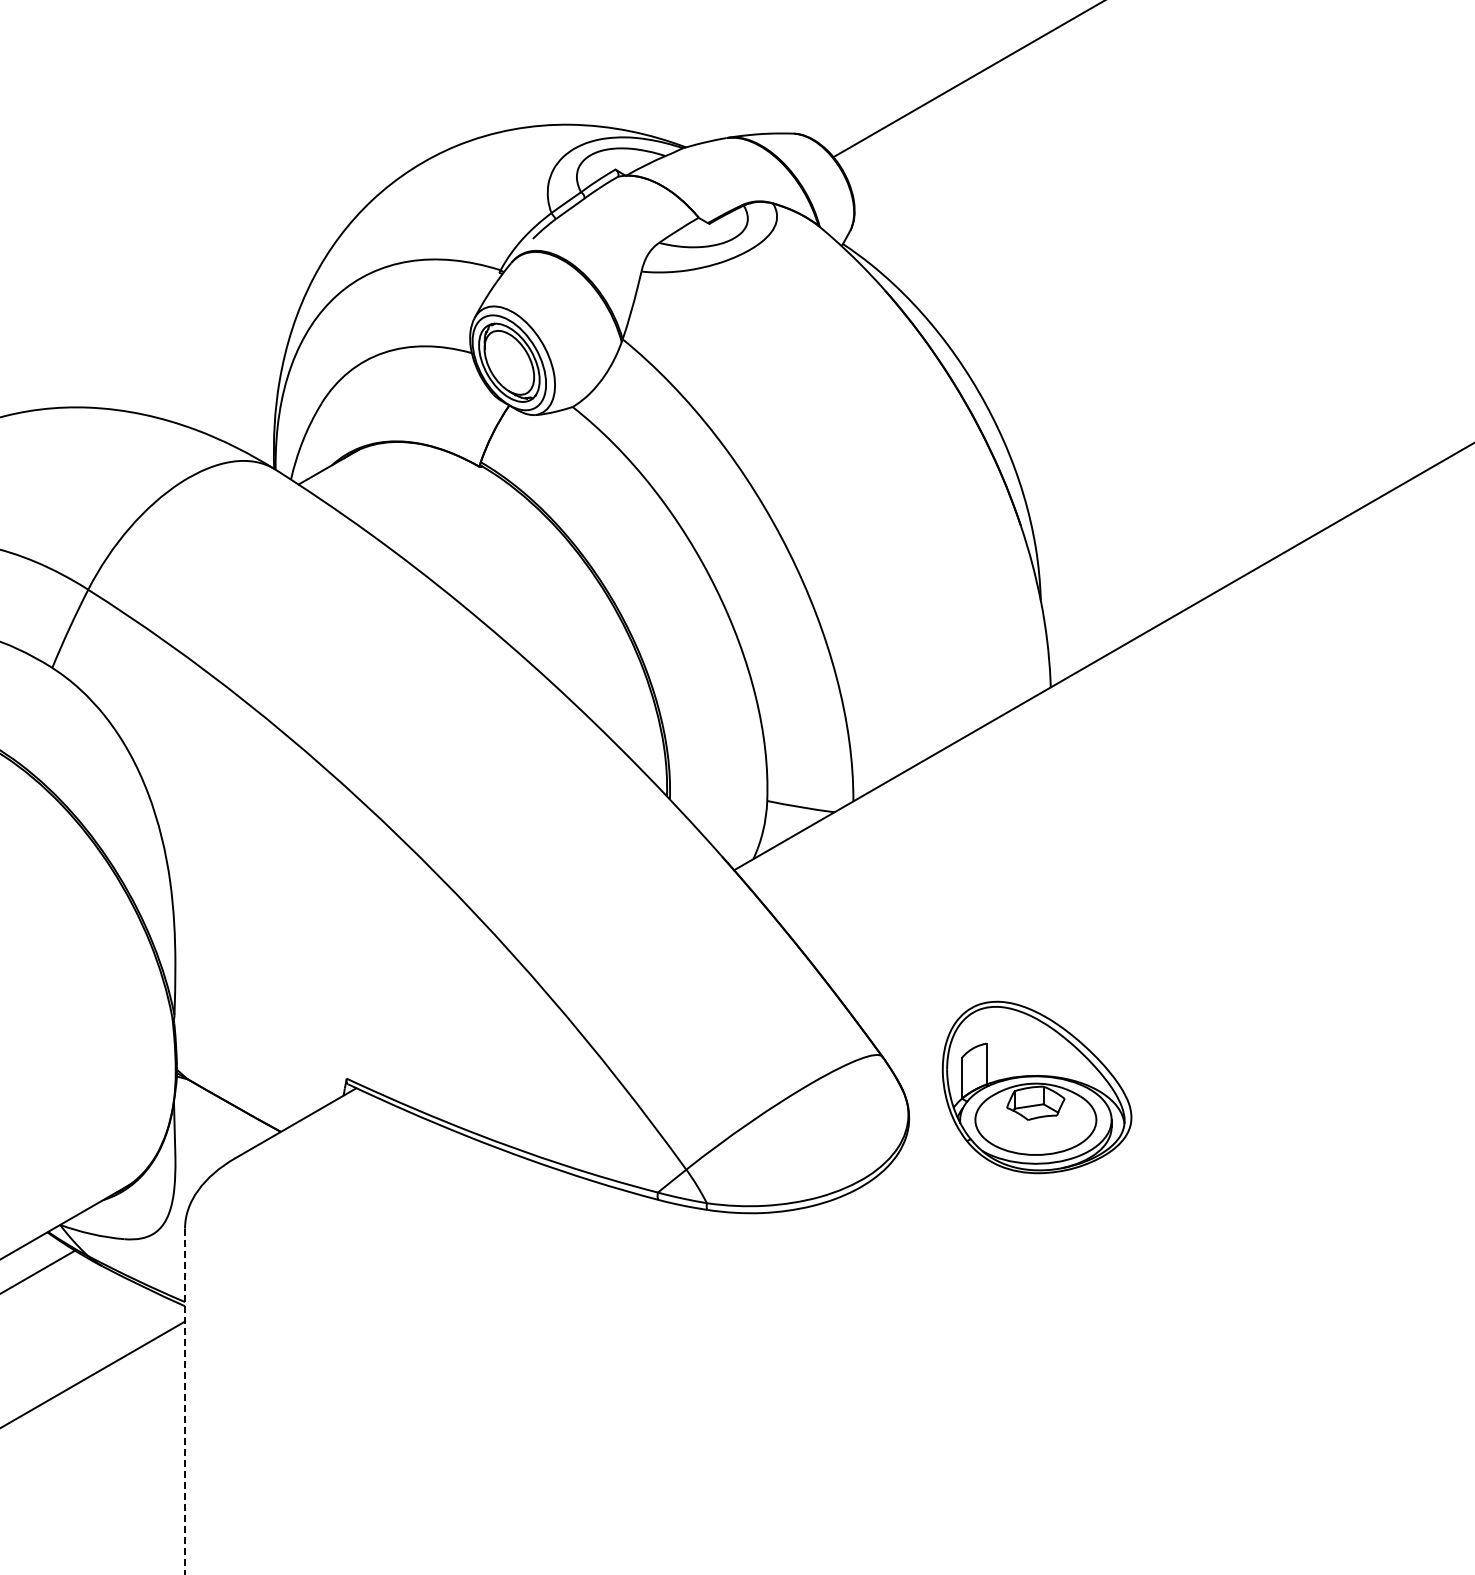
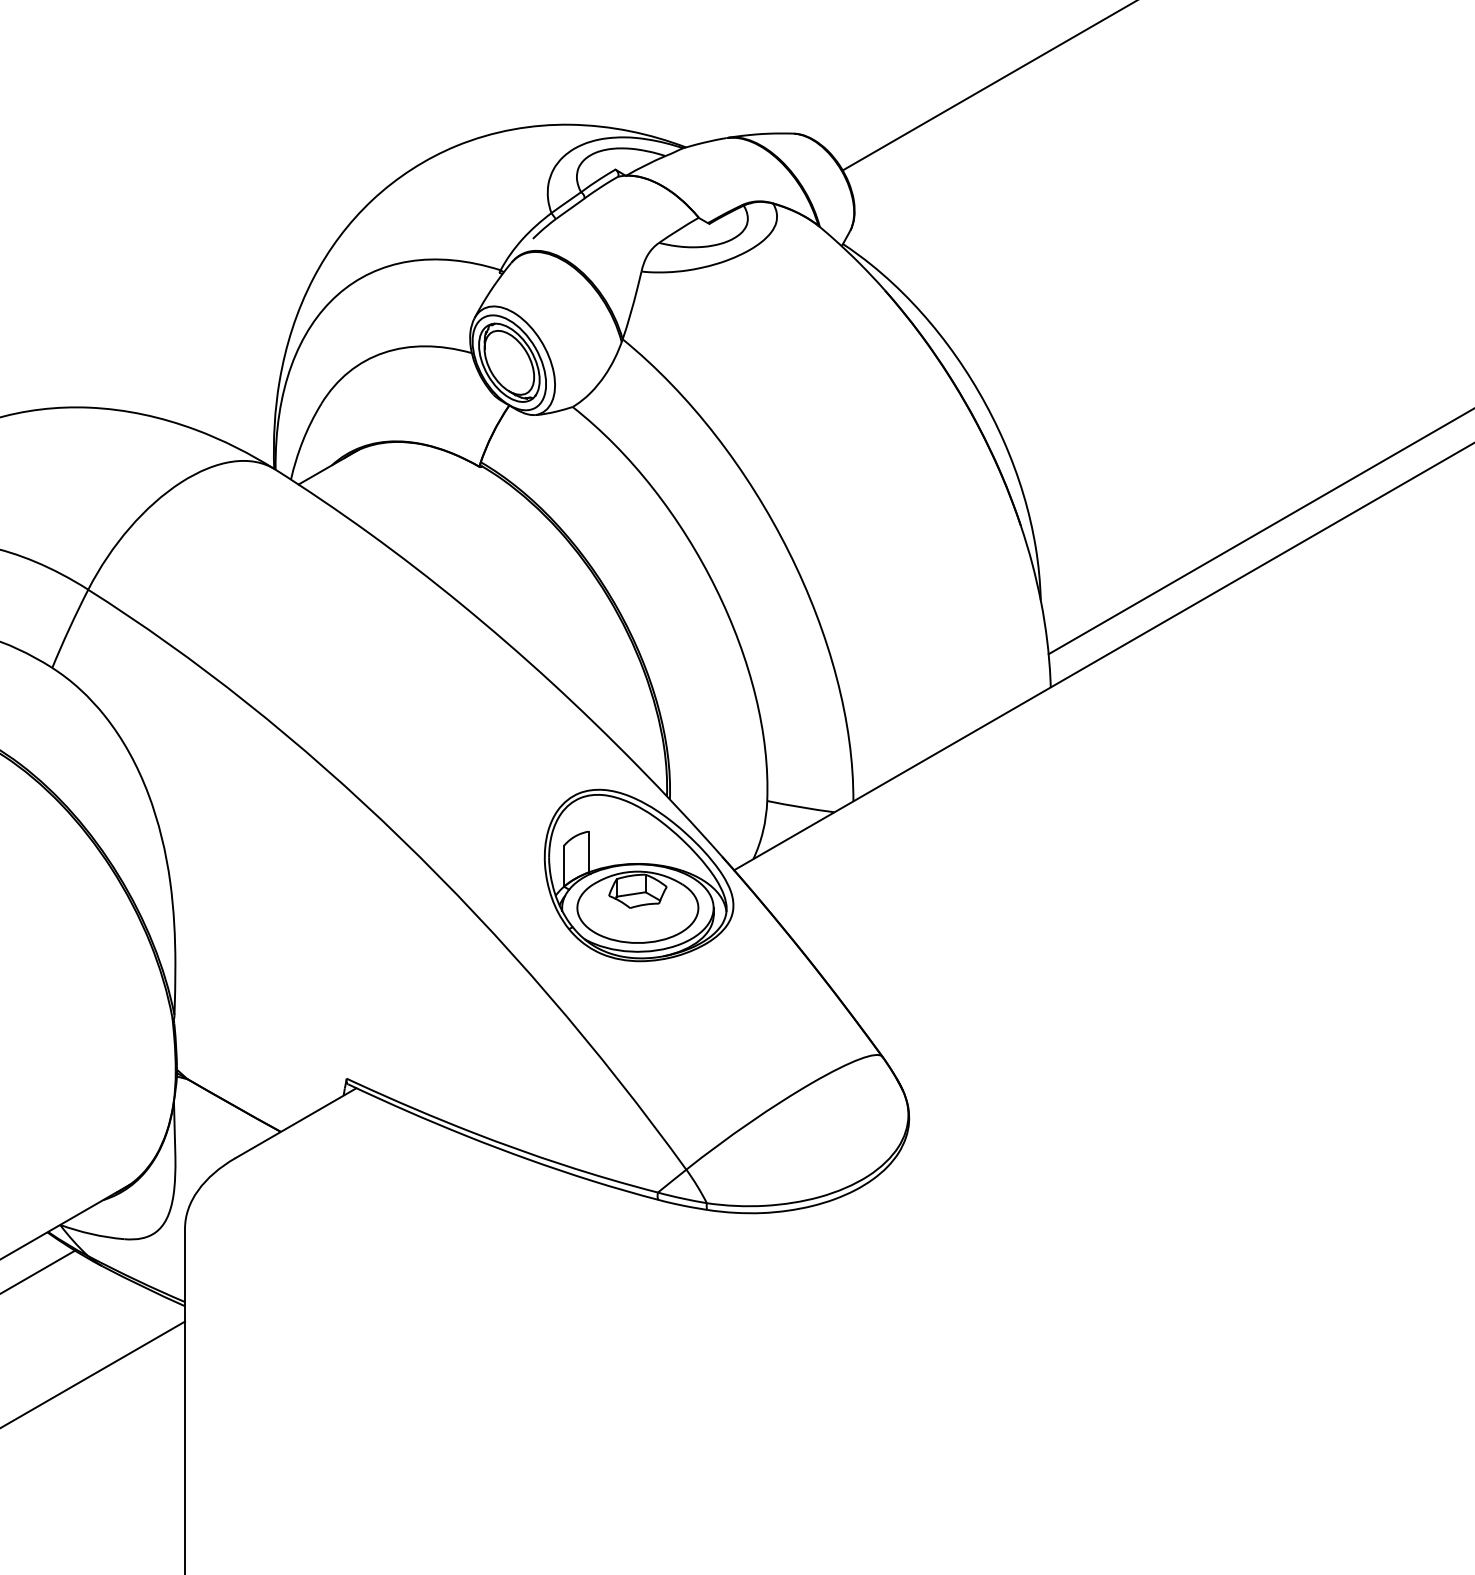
line at (967, 79) position: (967, 79) -> (987, 86)
line at (1259, 532): none -> present
part at (1036, 1087) position: (1036, 1087) -> (638, 875)
line at (185, 1401): dashed -> solid
